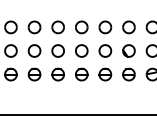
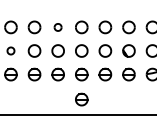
part at (57, 27) size: 14x15 px -> 10x9 px
part at (10, 50) size: 14x14 px -> 10x10 px
part at (81, 99): none -> present
